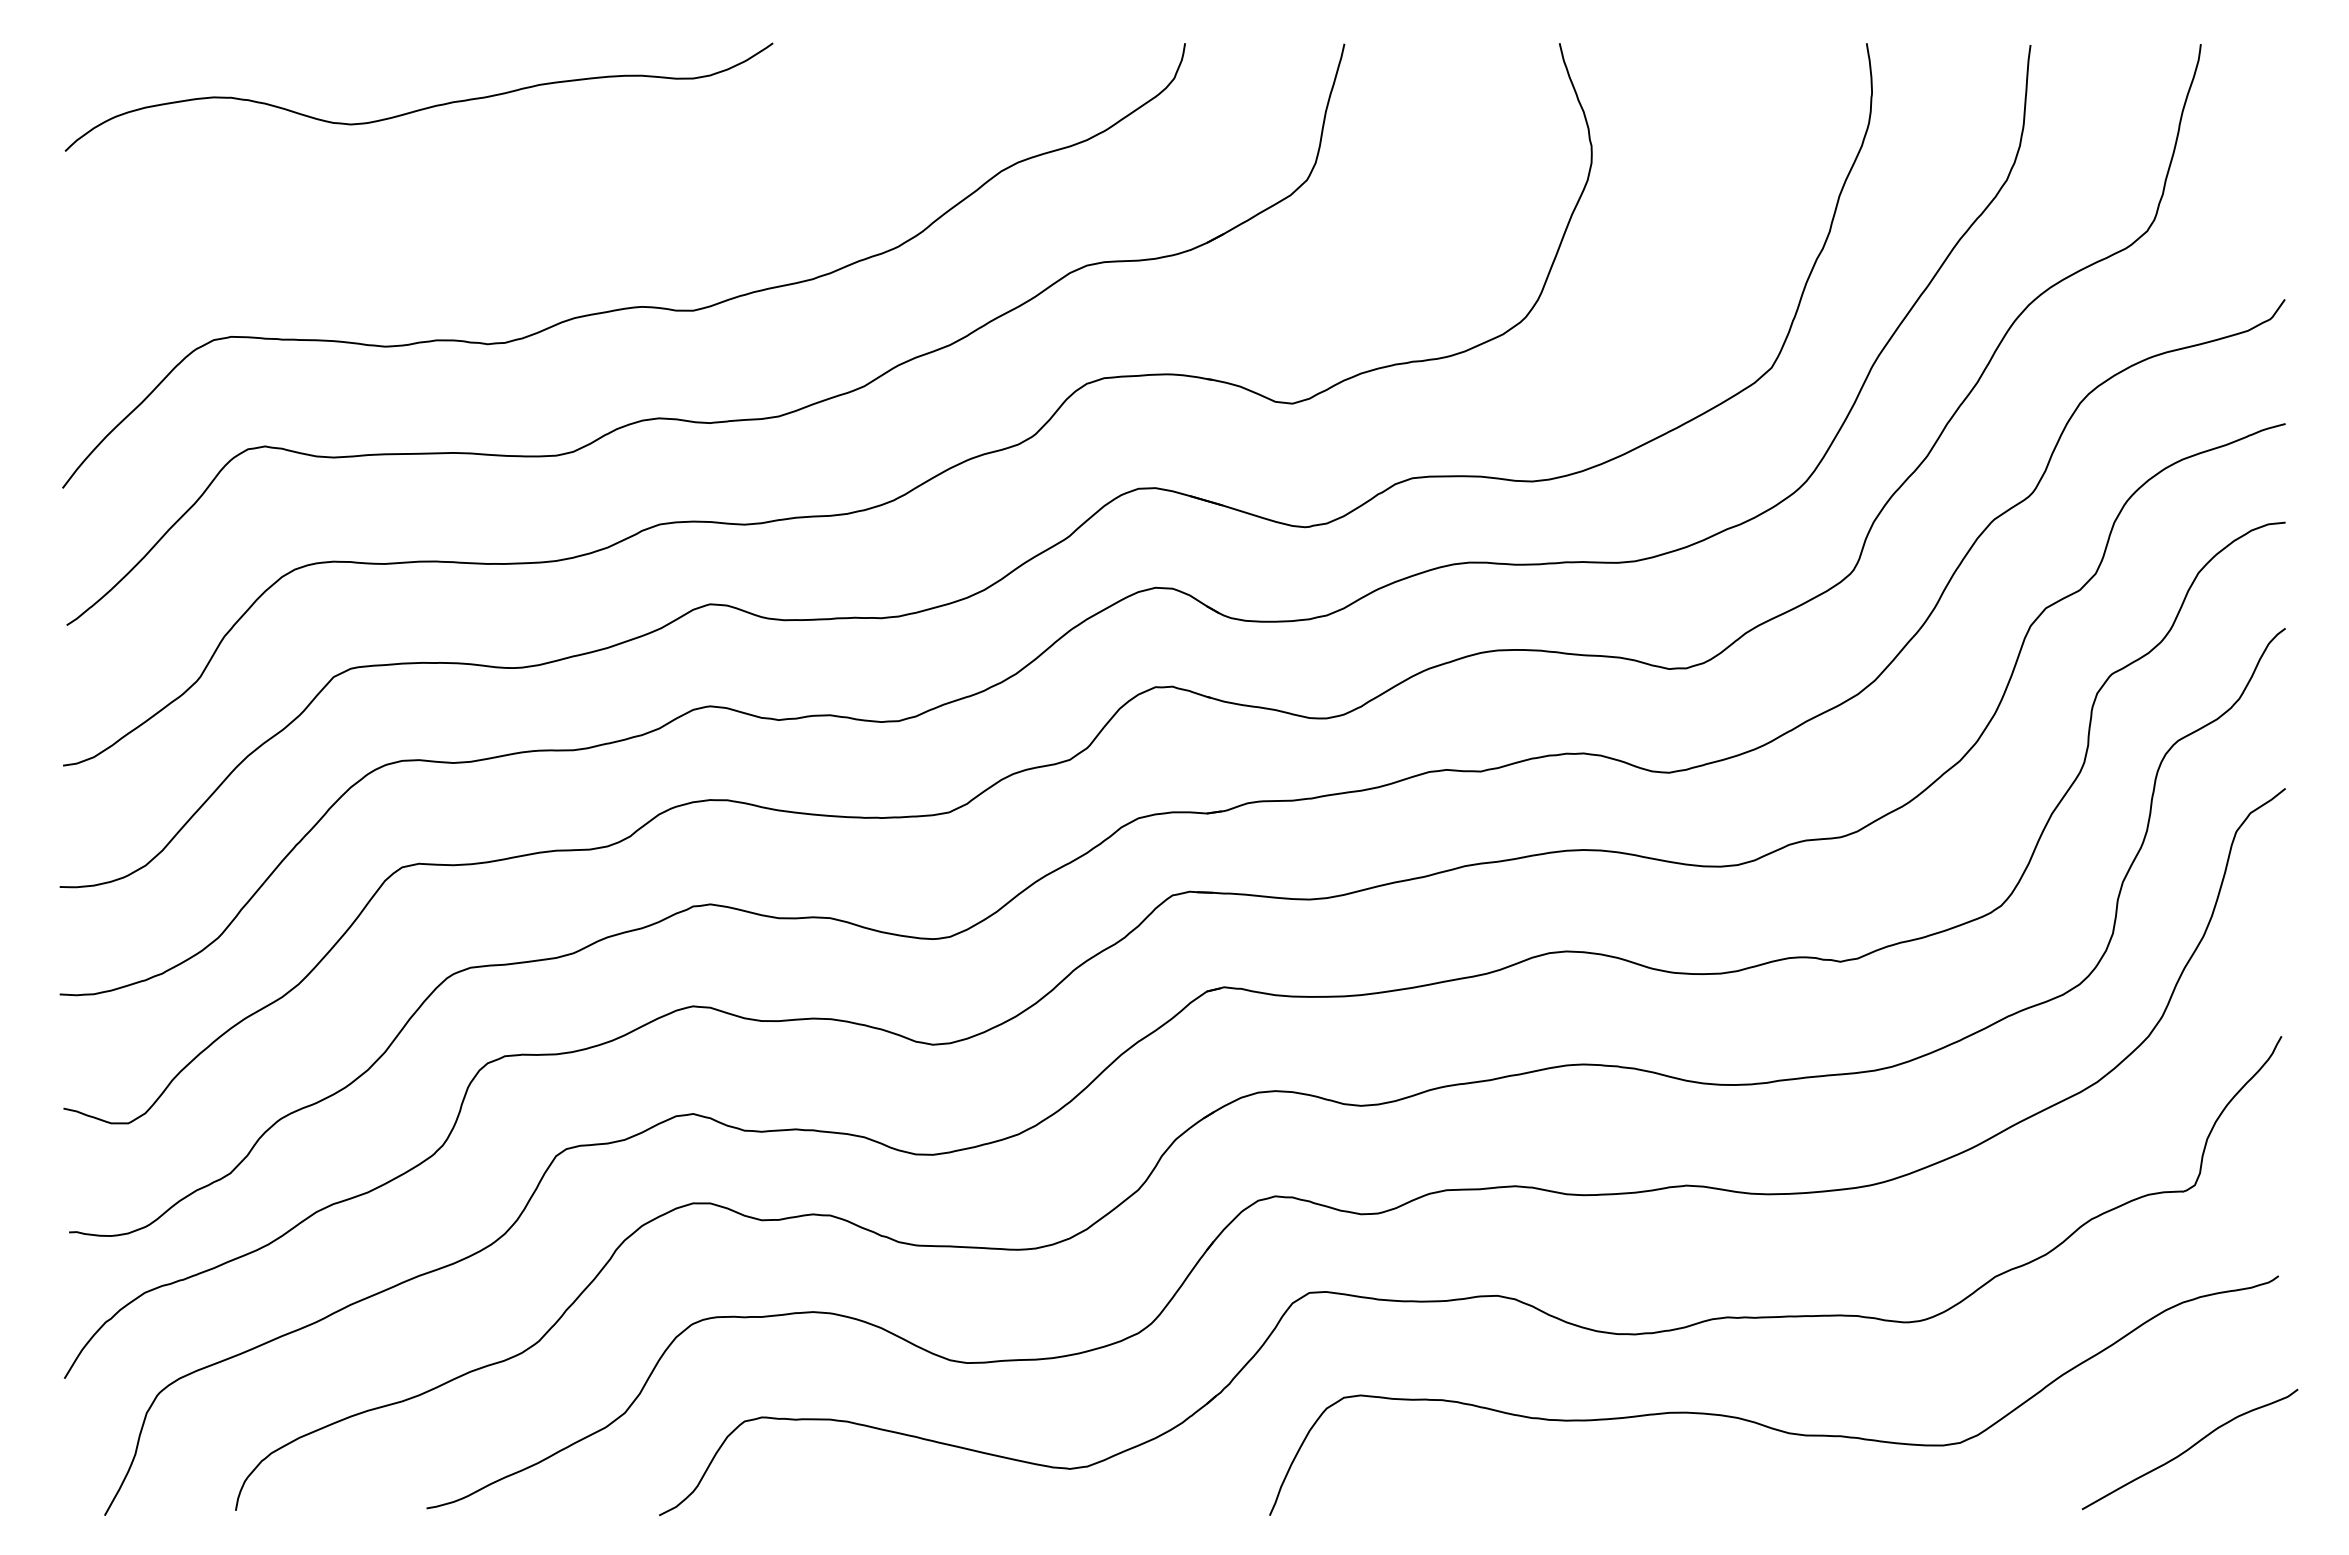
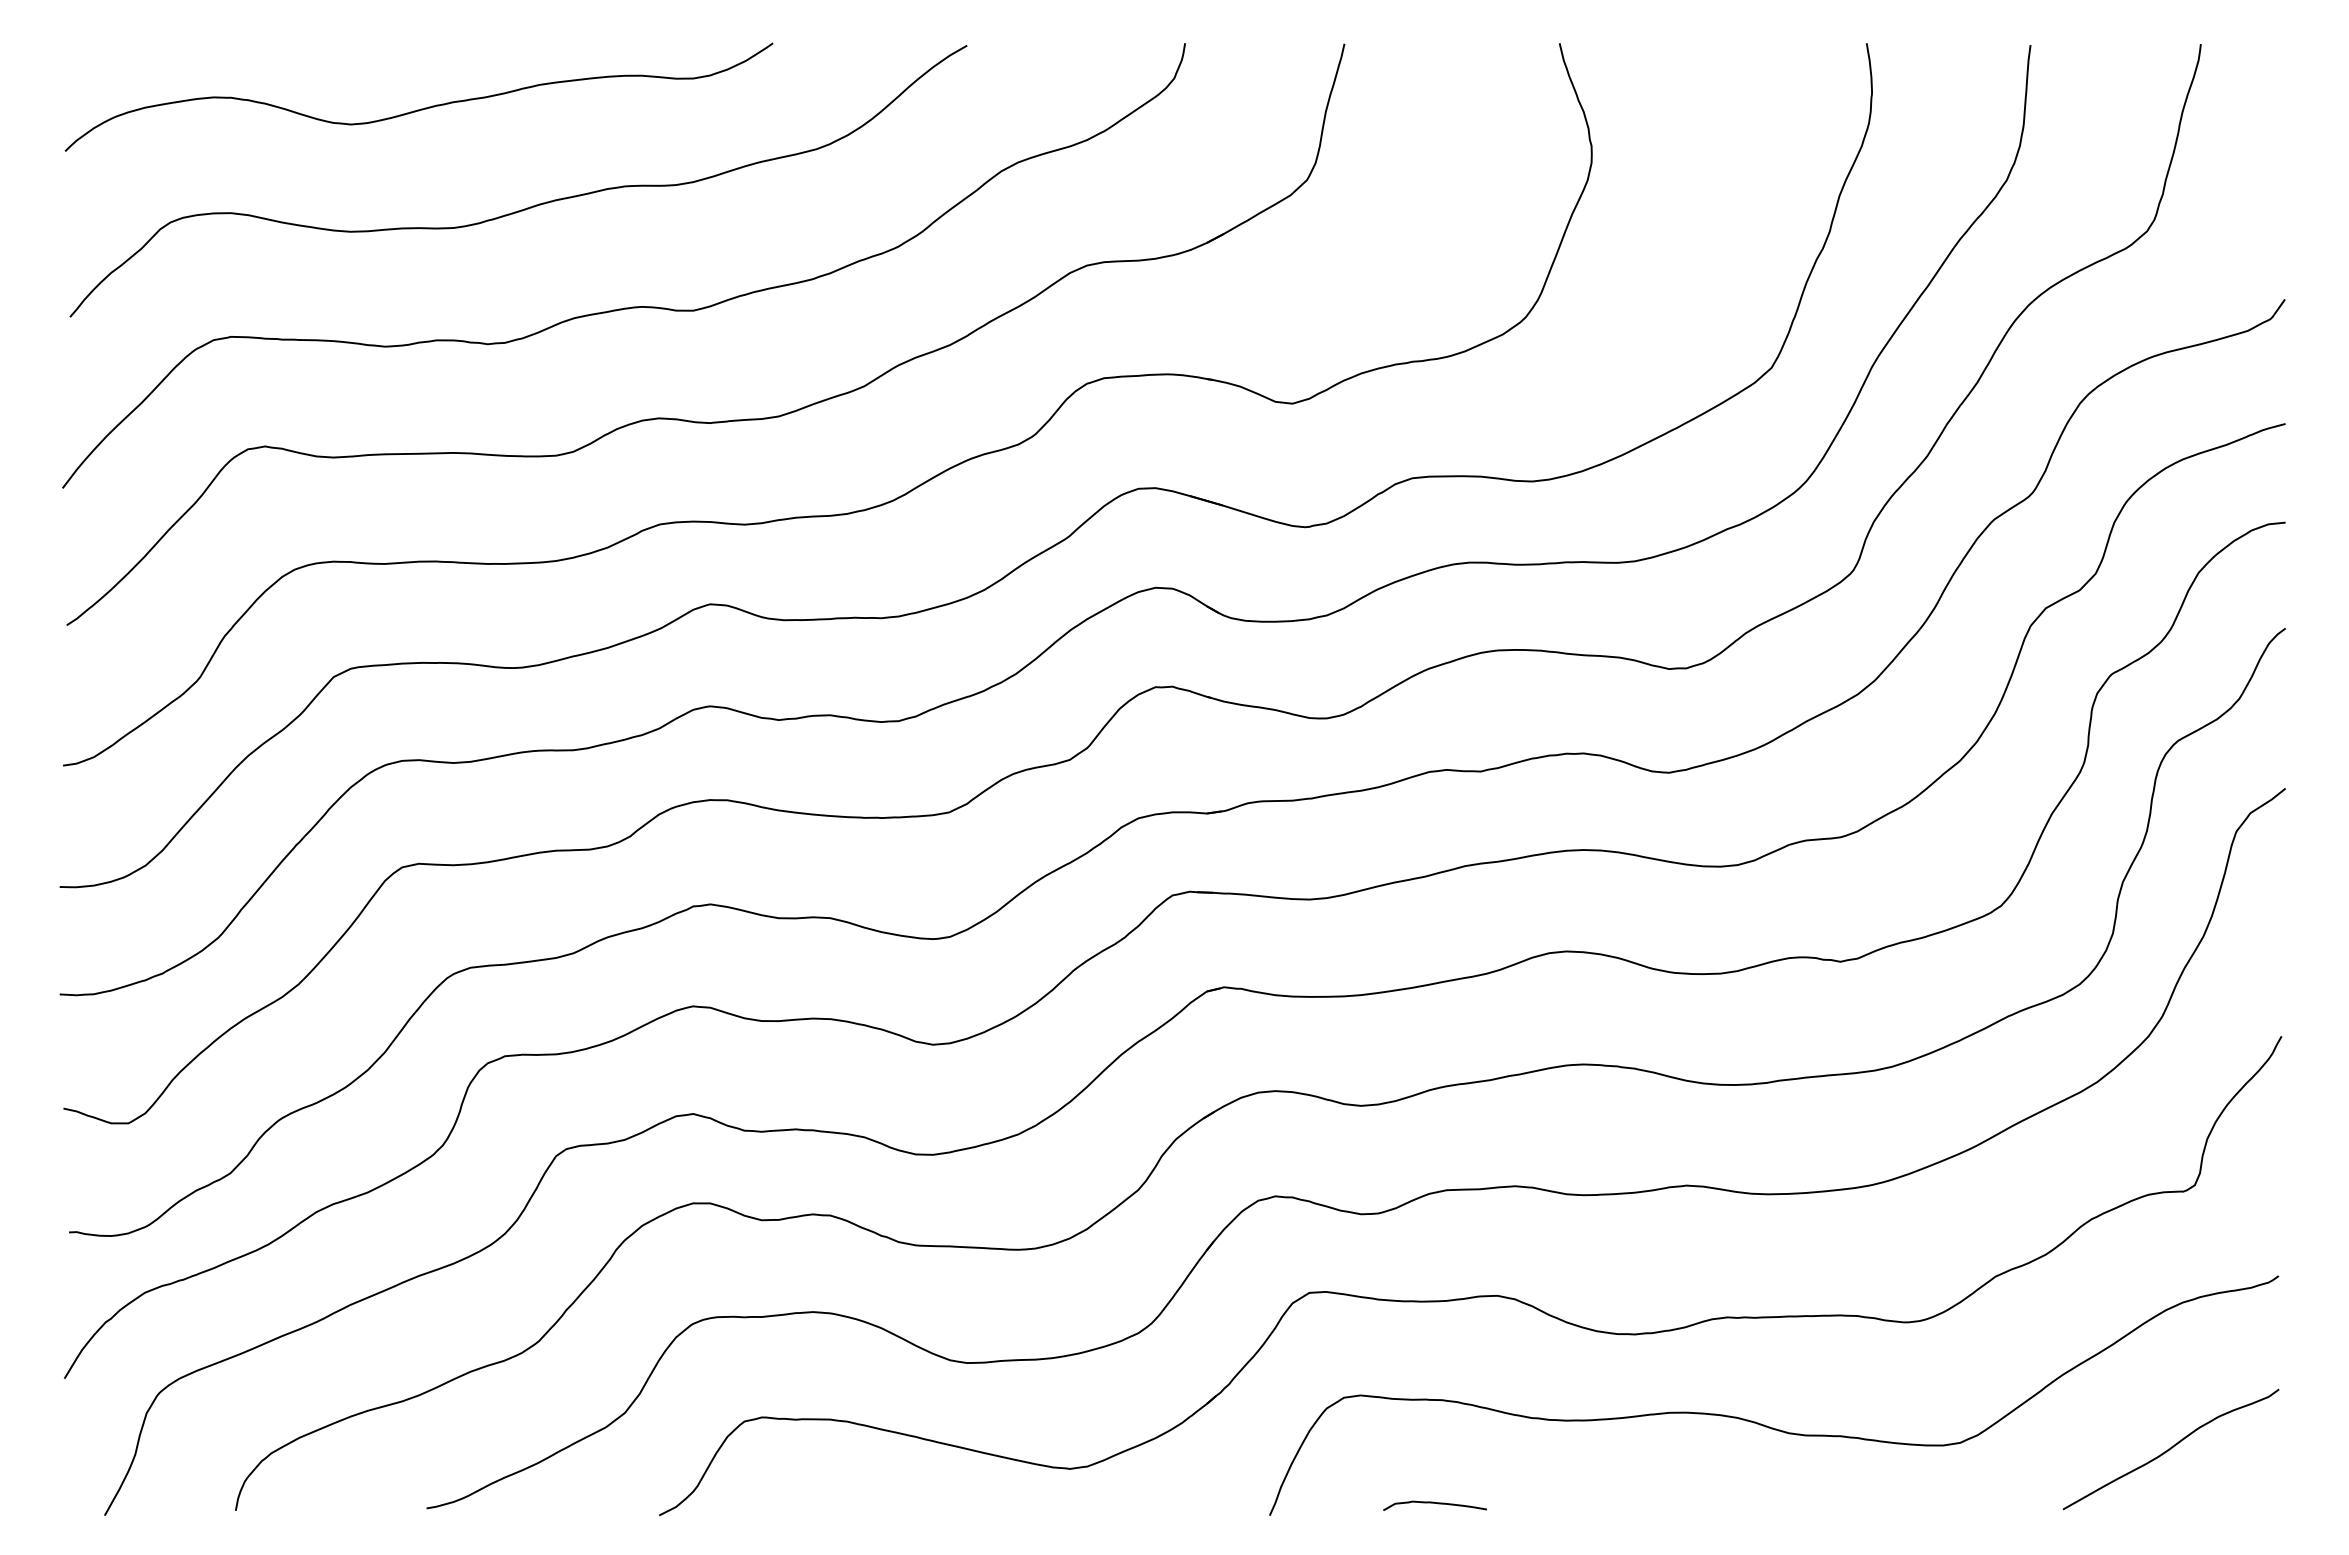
curve at (527, 207): none -> present
curve at (2189, 1449) position: (2189, 1449) -> (2170, 1449)
curve at (1434, 1503): none -> present
